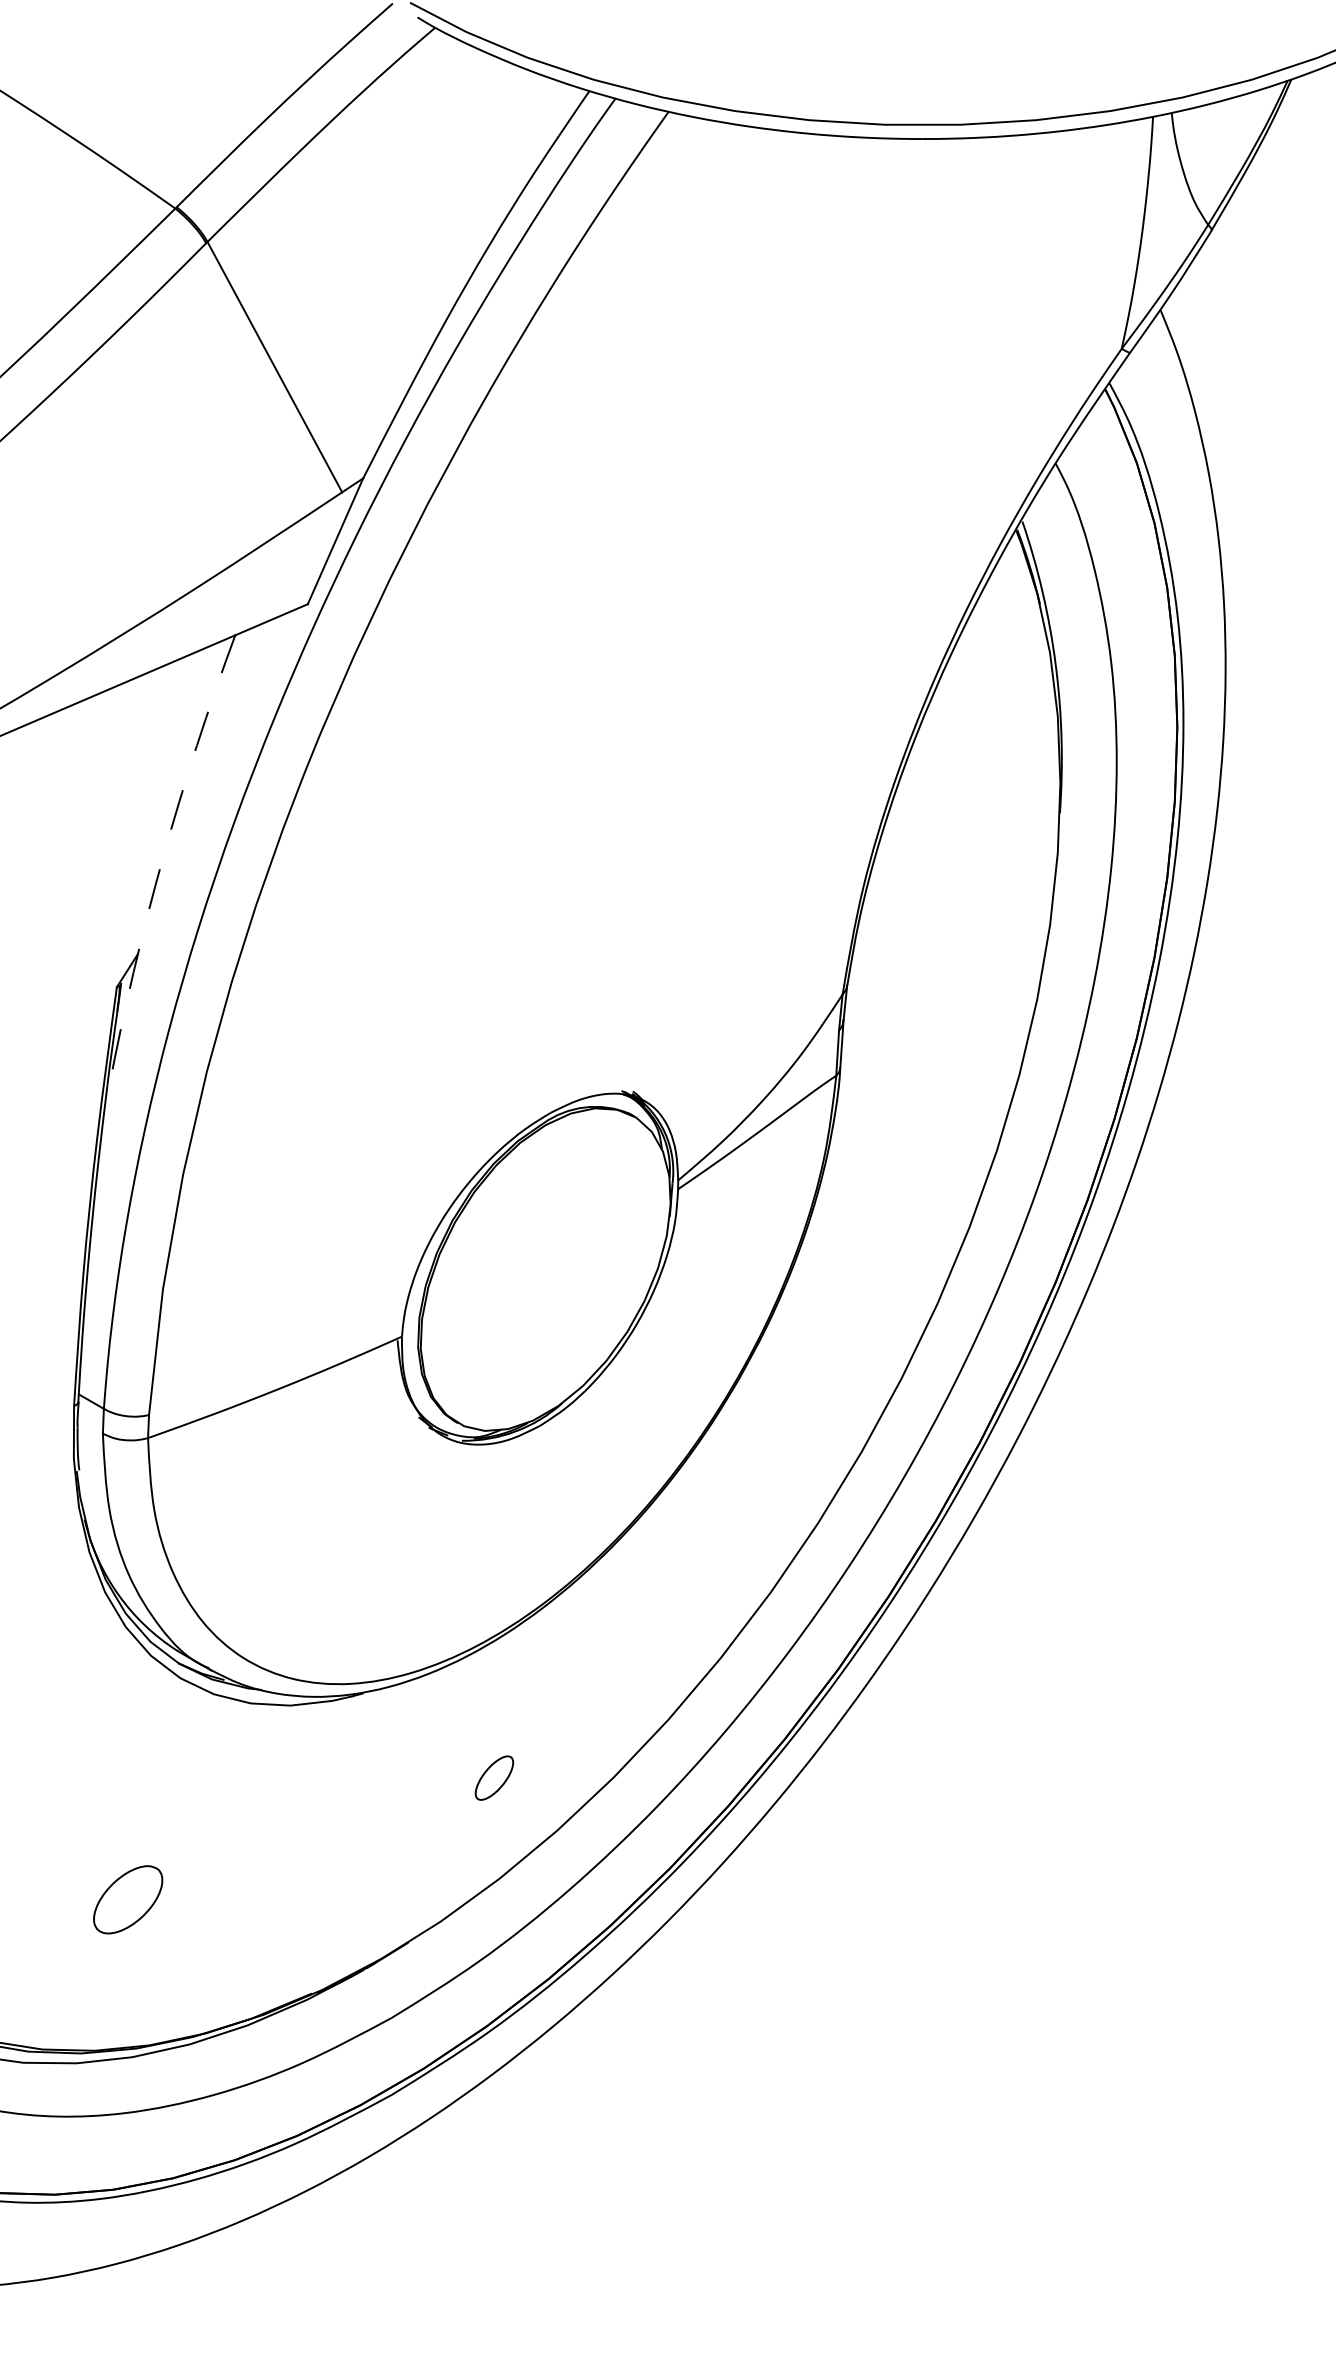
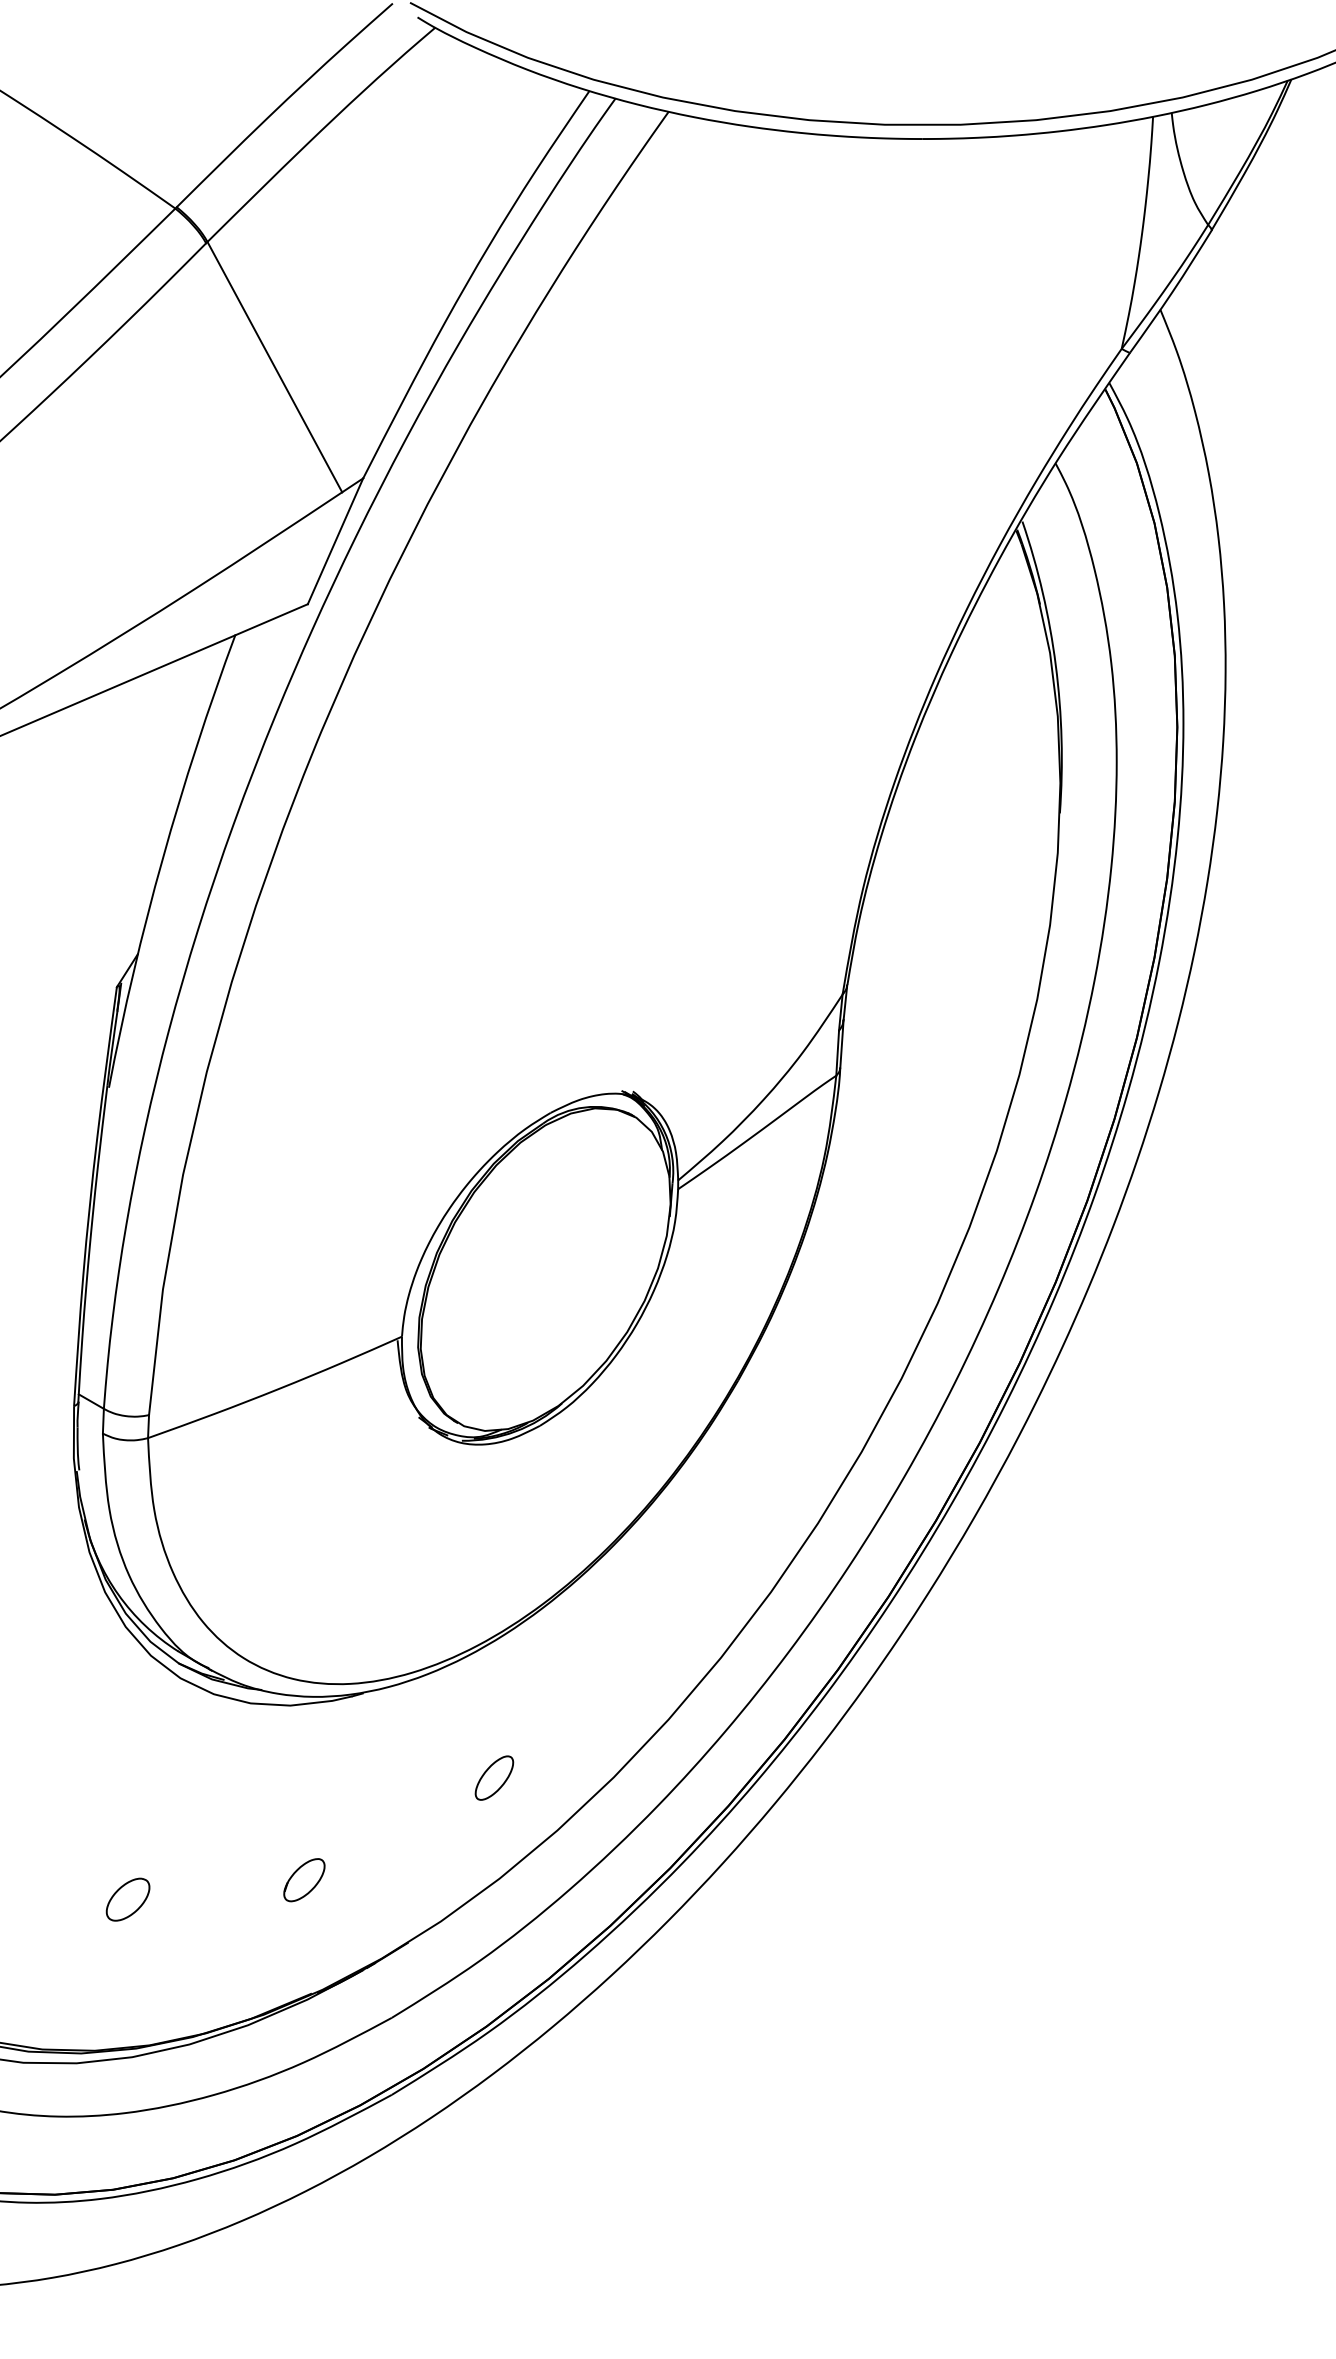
arc at (162, 858): dashed -> solid
part at (304, 1880): none -> present
part at (128, 1899) size: 71x70 px -> 46x45 px
